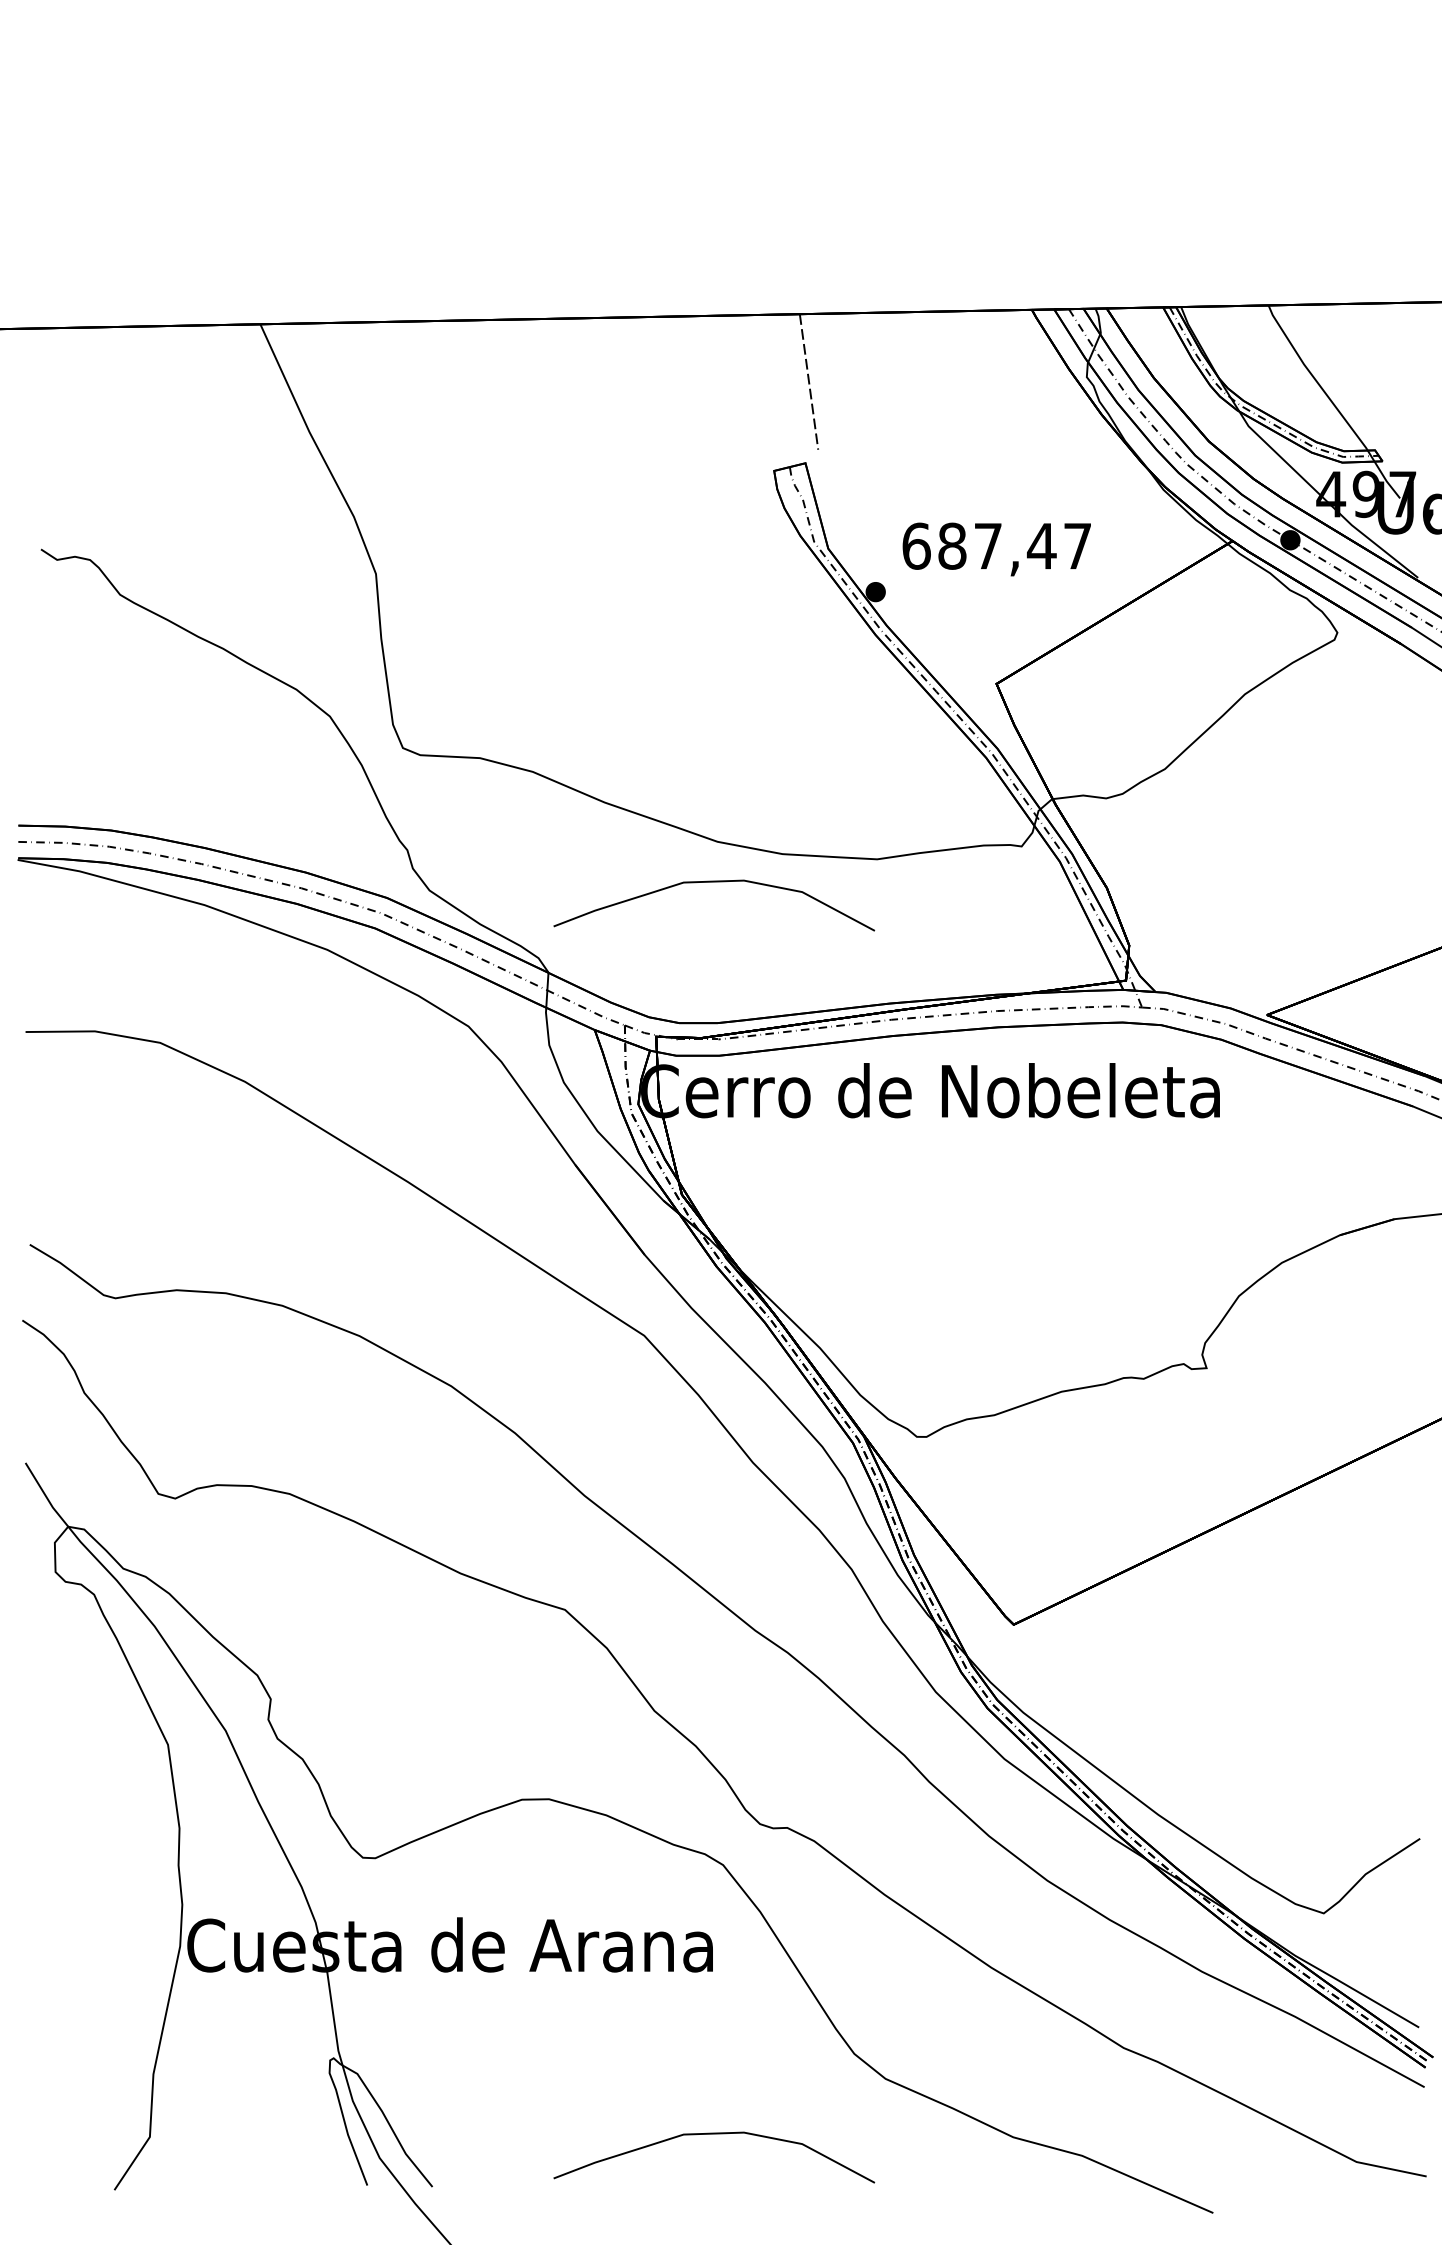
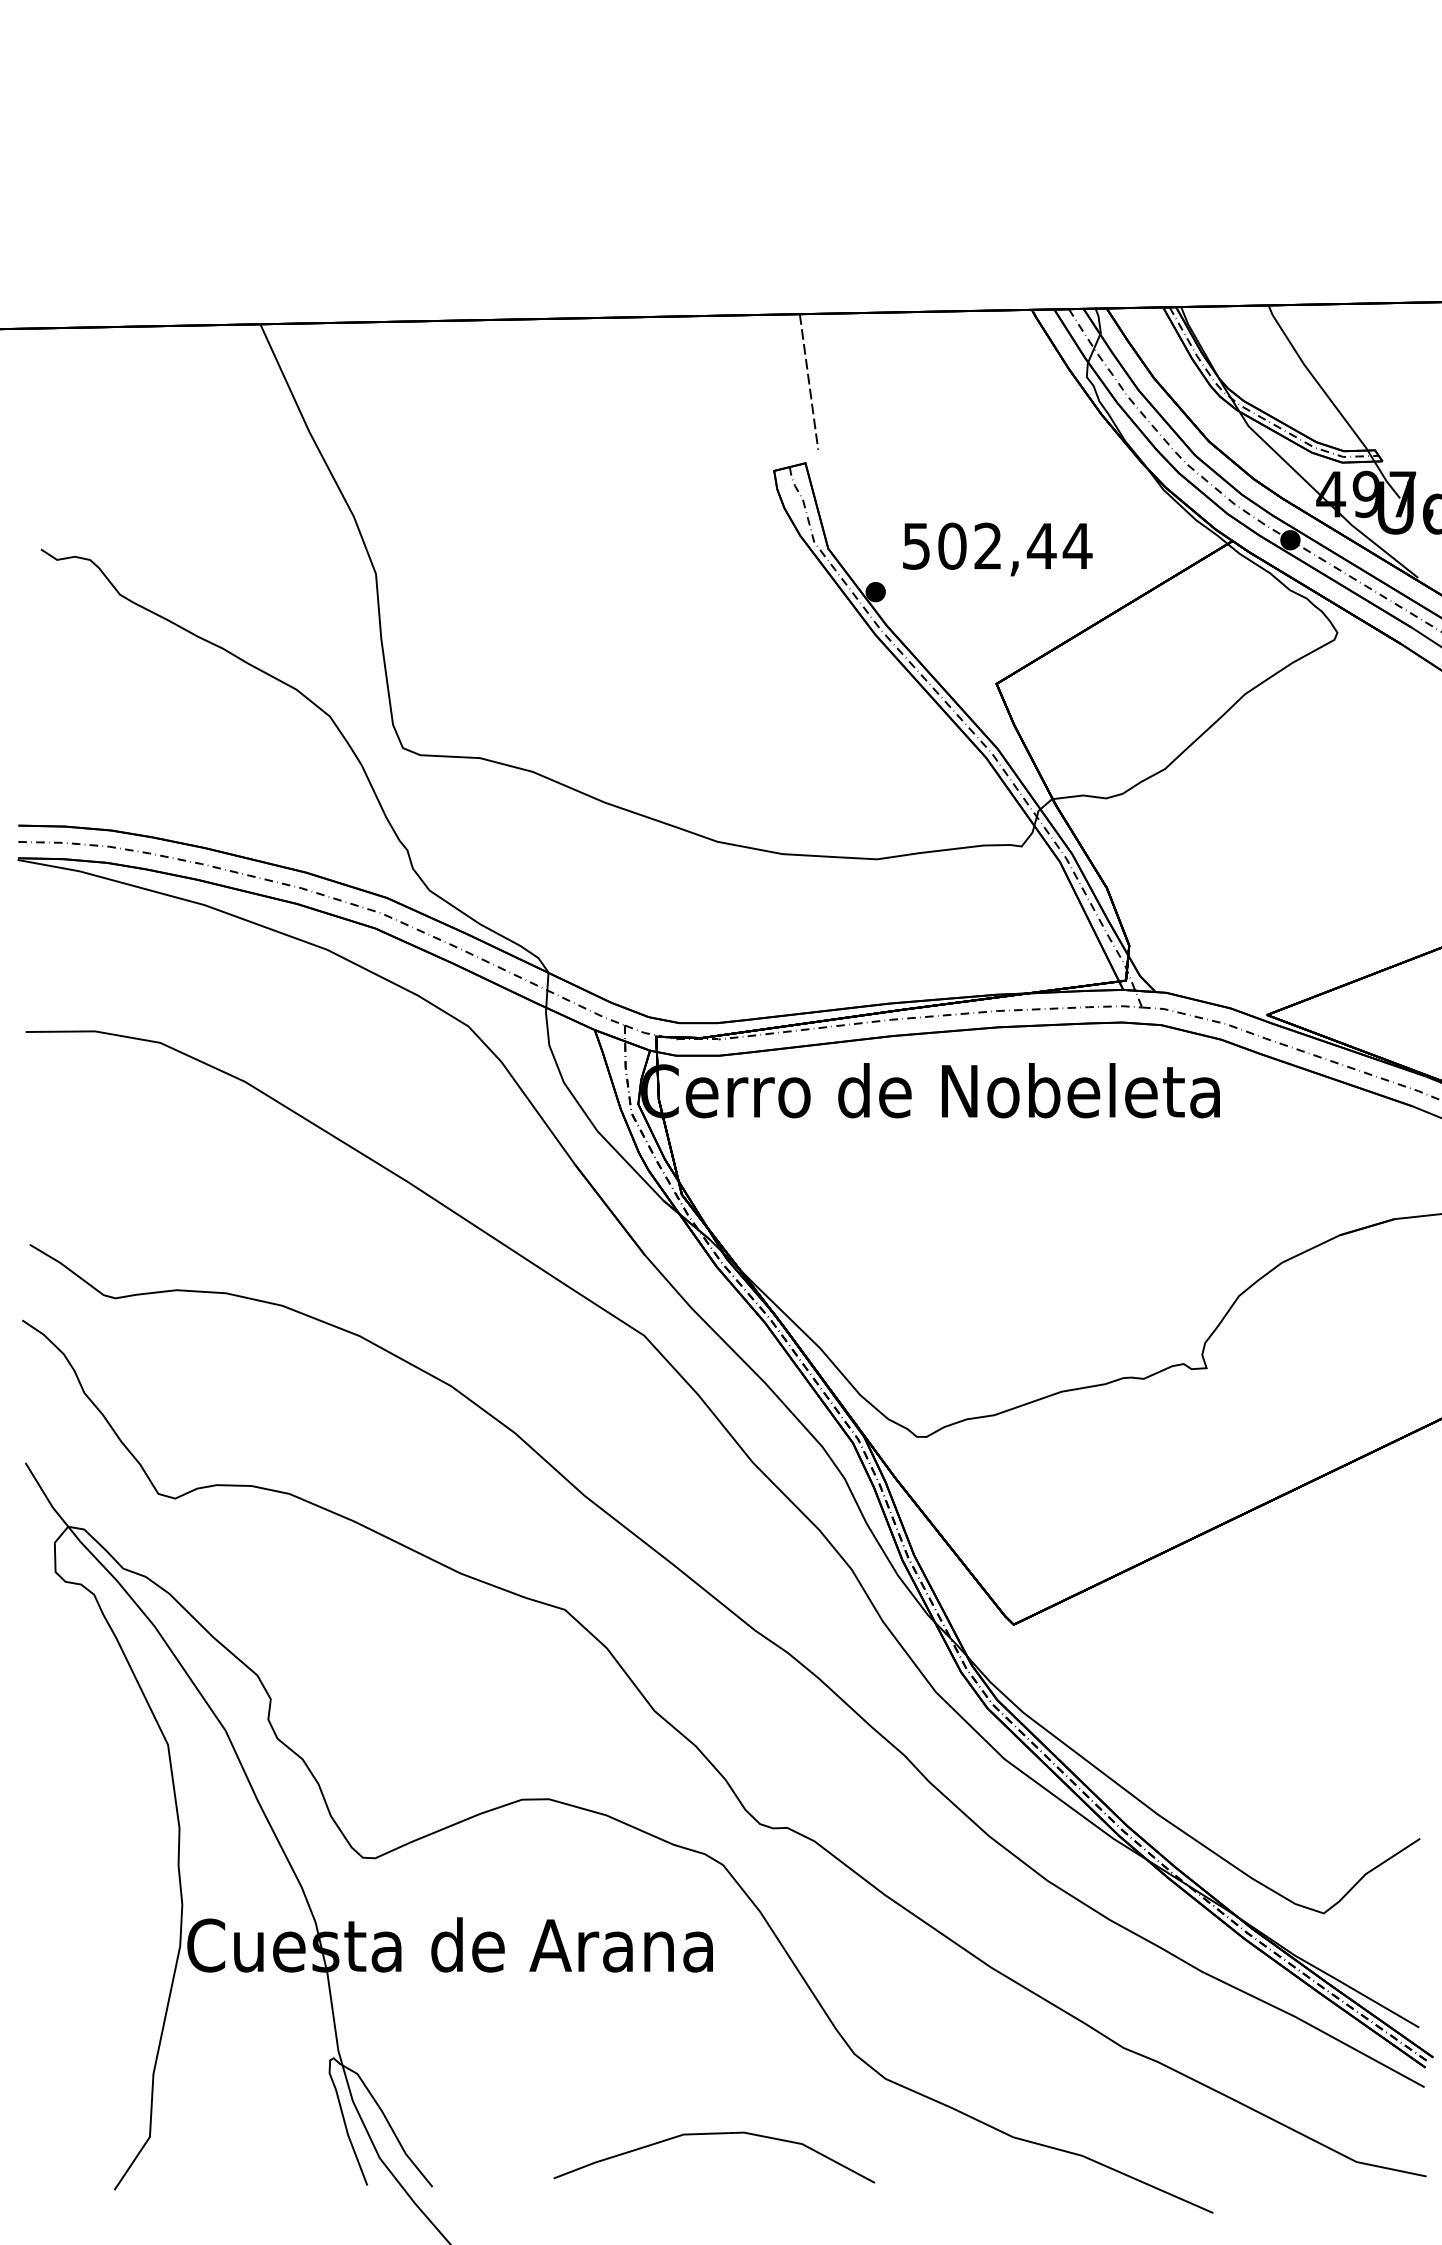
text at (997, 545): 687,47 -> 502,44
curve at (714, 882): present -> none
